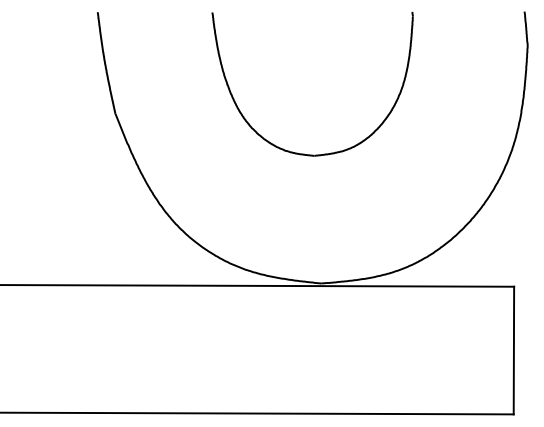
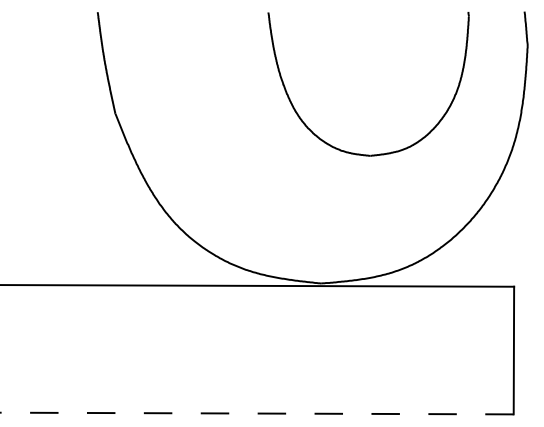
part at (304, 153) position: (304, 153) -> (360, 153)
line at (256, 413): solid -> dashed
